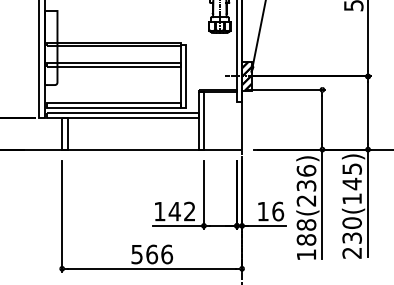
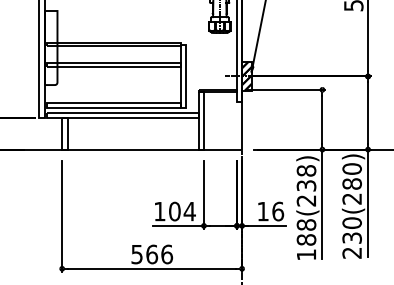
text at (306, 170): 188(236) -> 188(238)
text at (351, 183): 230(145) -> 230(280)
text at (181, 211): 142 -> 104
